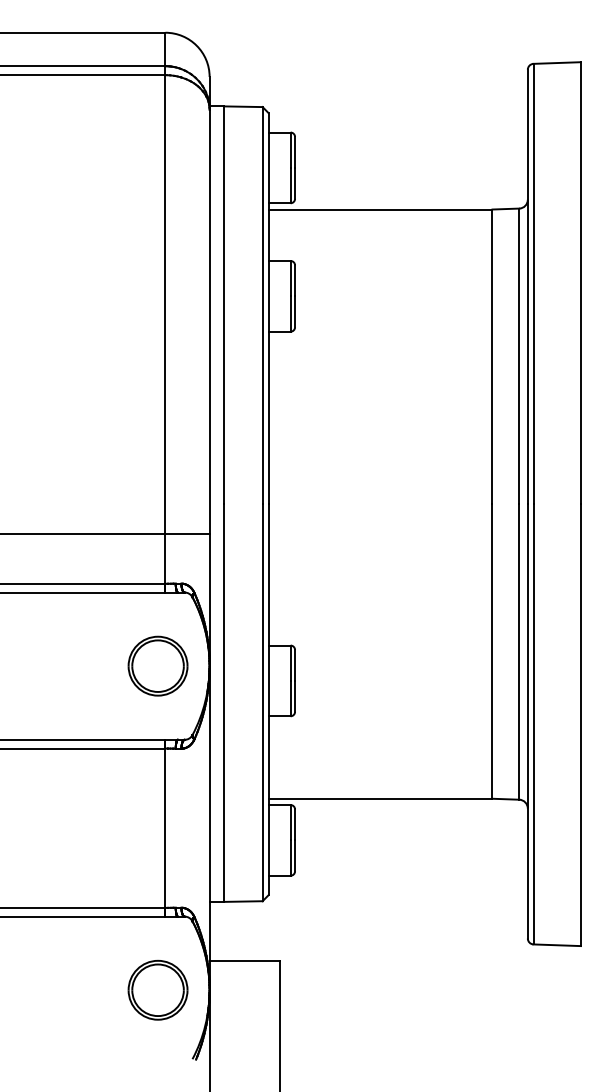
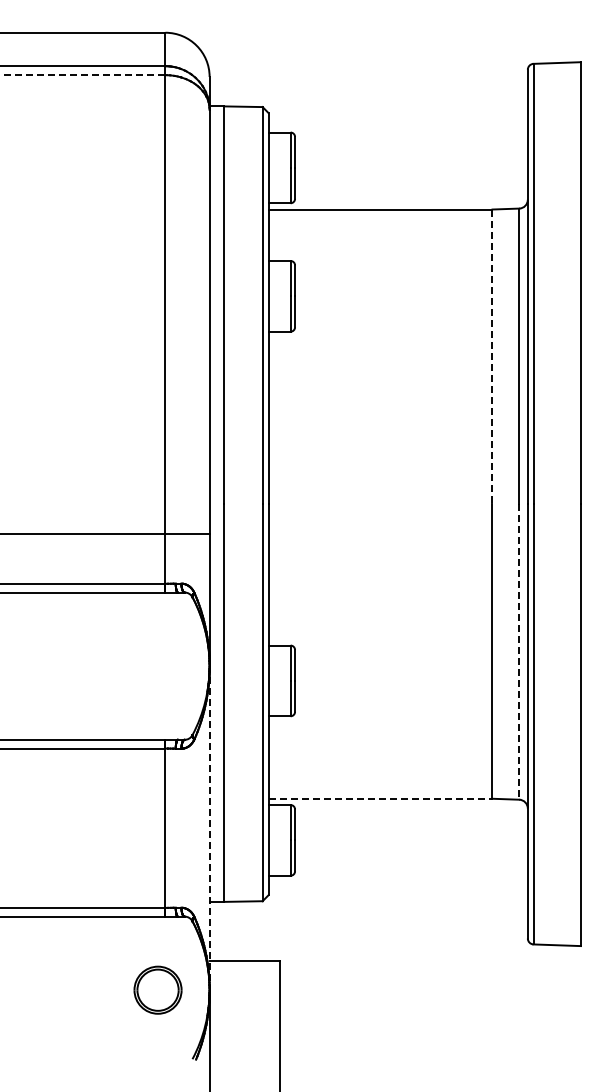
line at (82, 75): solid -> dashed
line at (492, 357): solid -> dashed
line at (519, 651): solid -> dashed
part at (157, 665): present -> none
line at (380, 798): solid -> dashed
line at (209, 828): solid -> dashed
part at (157, 989) size: 62x62 px -> 50x50 px
